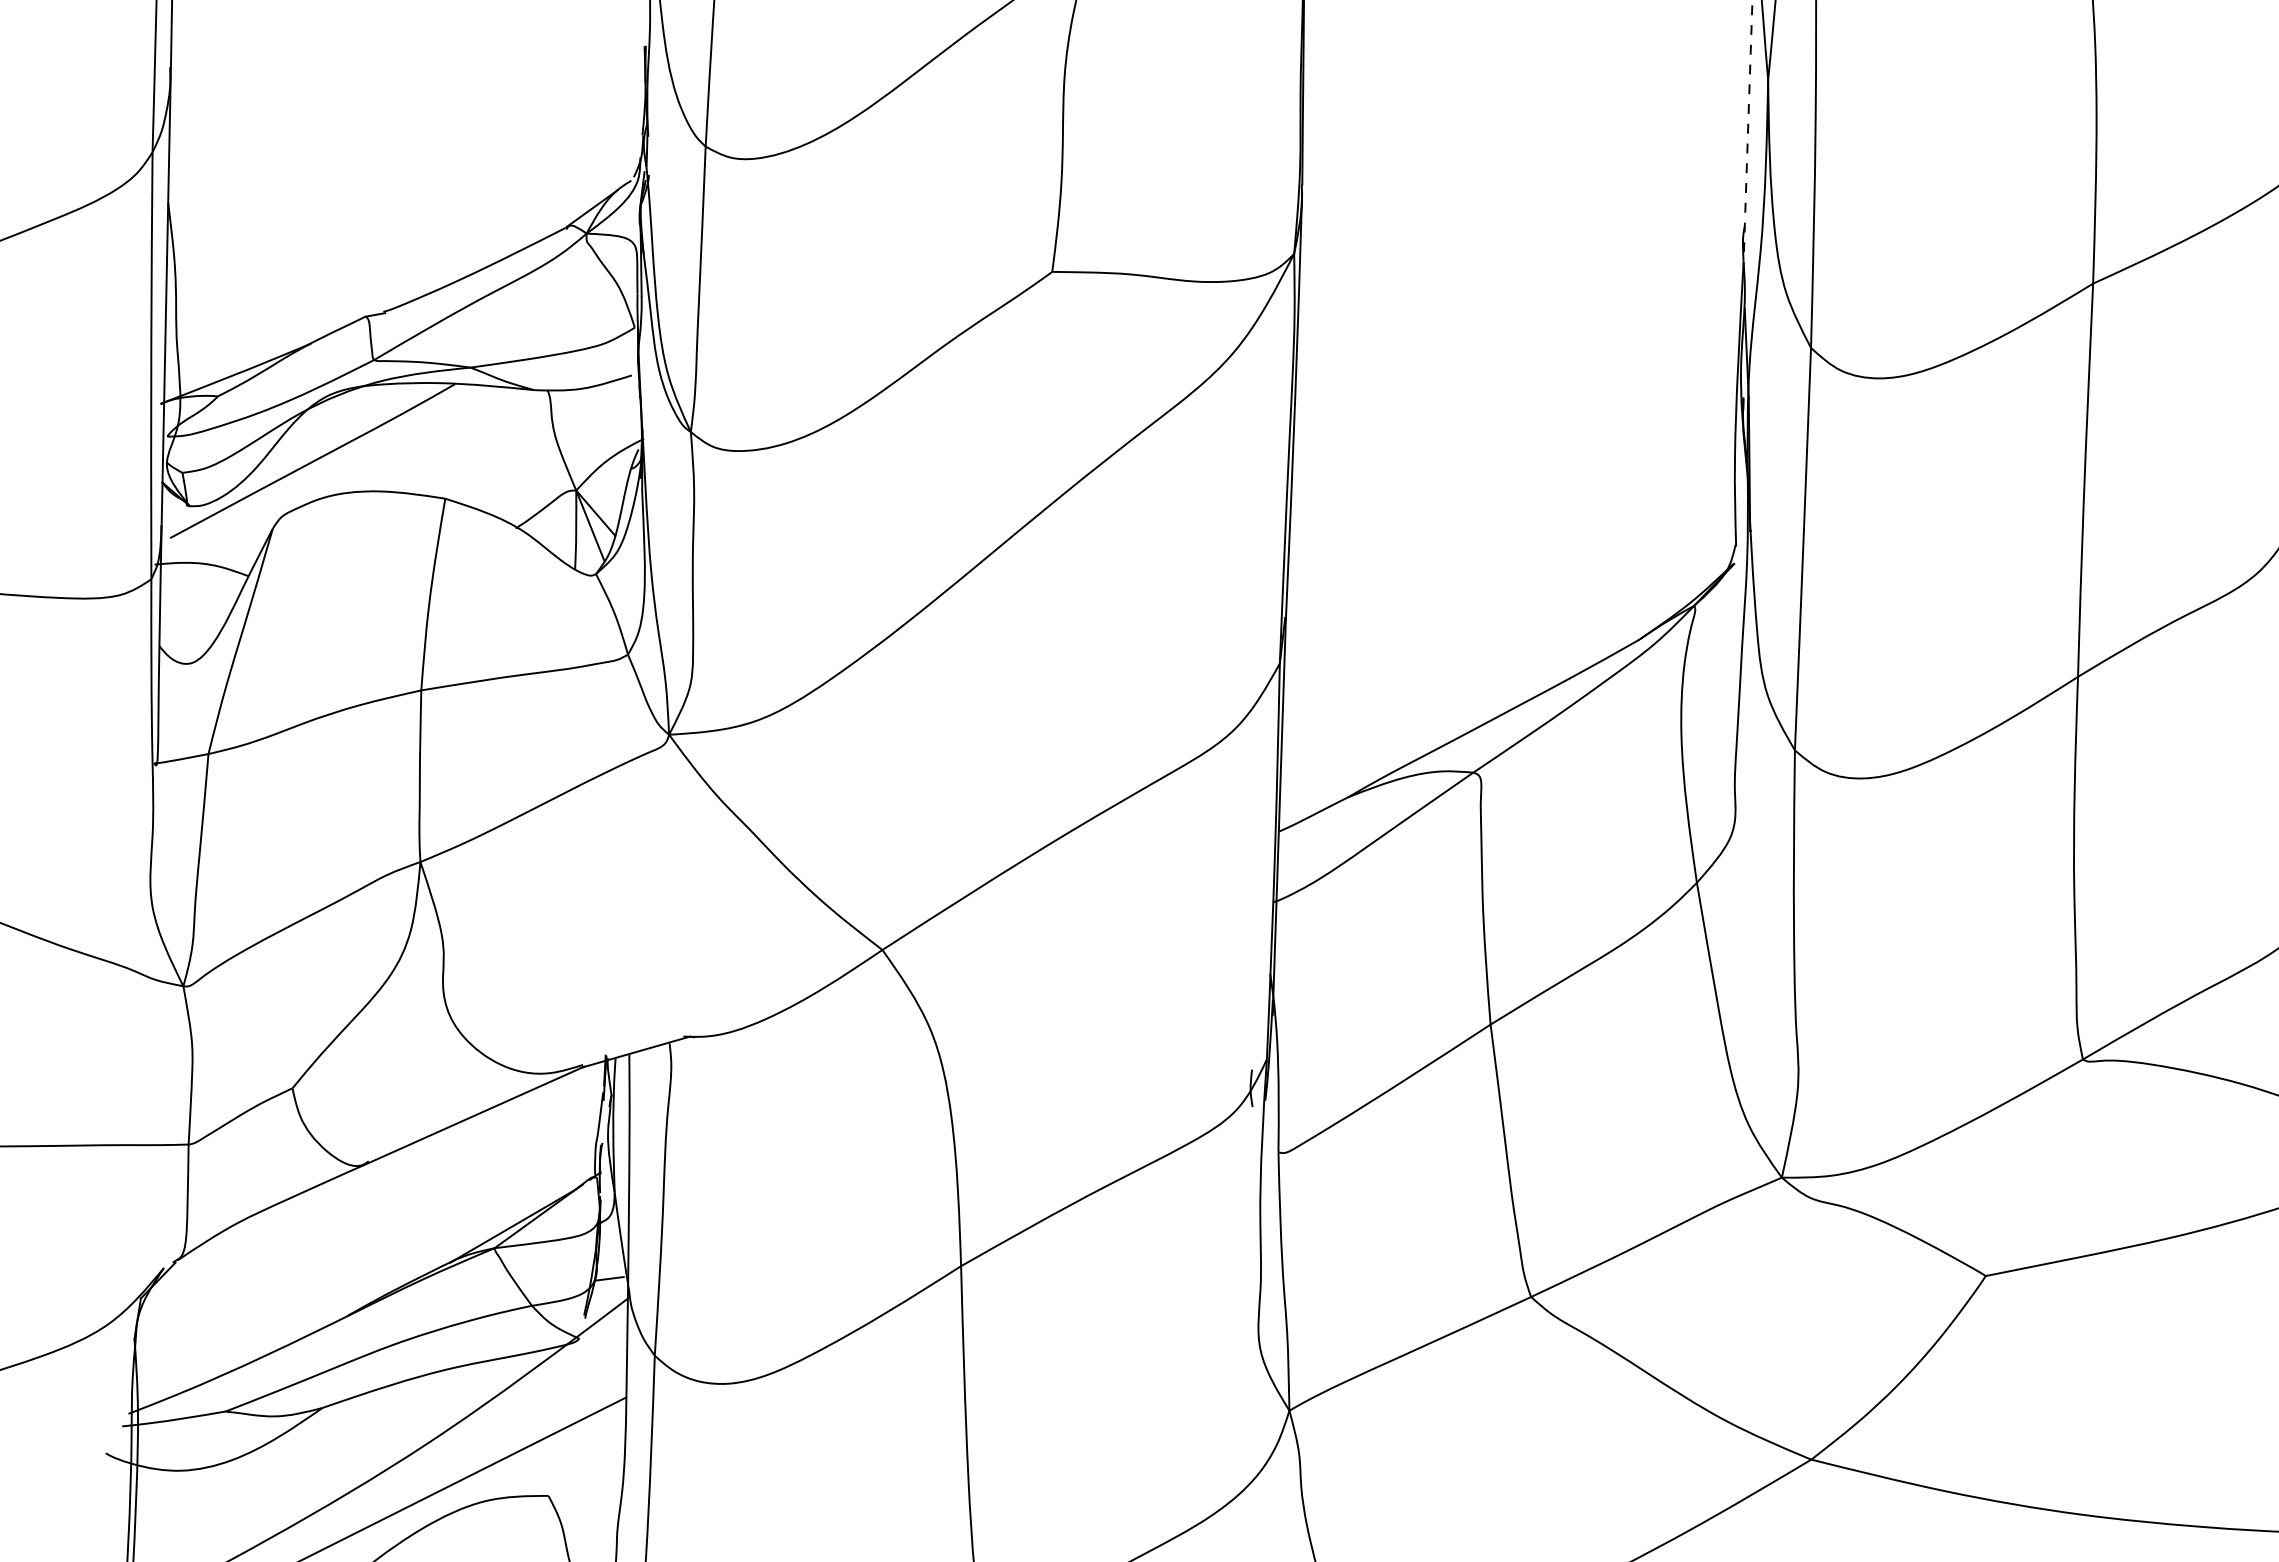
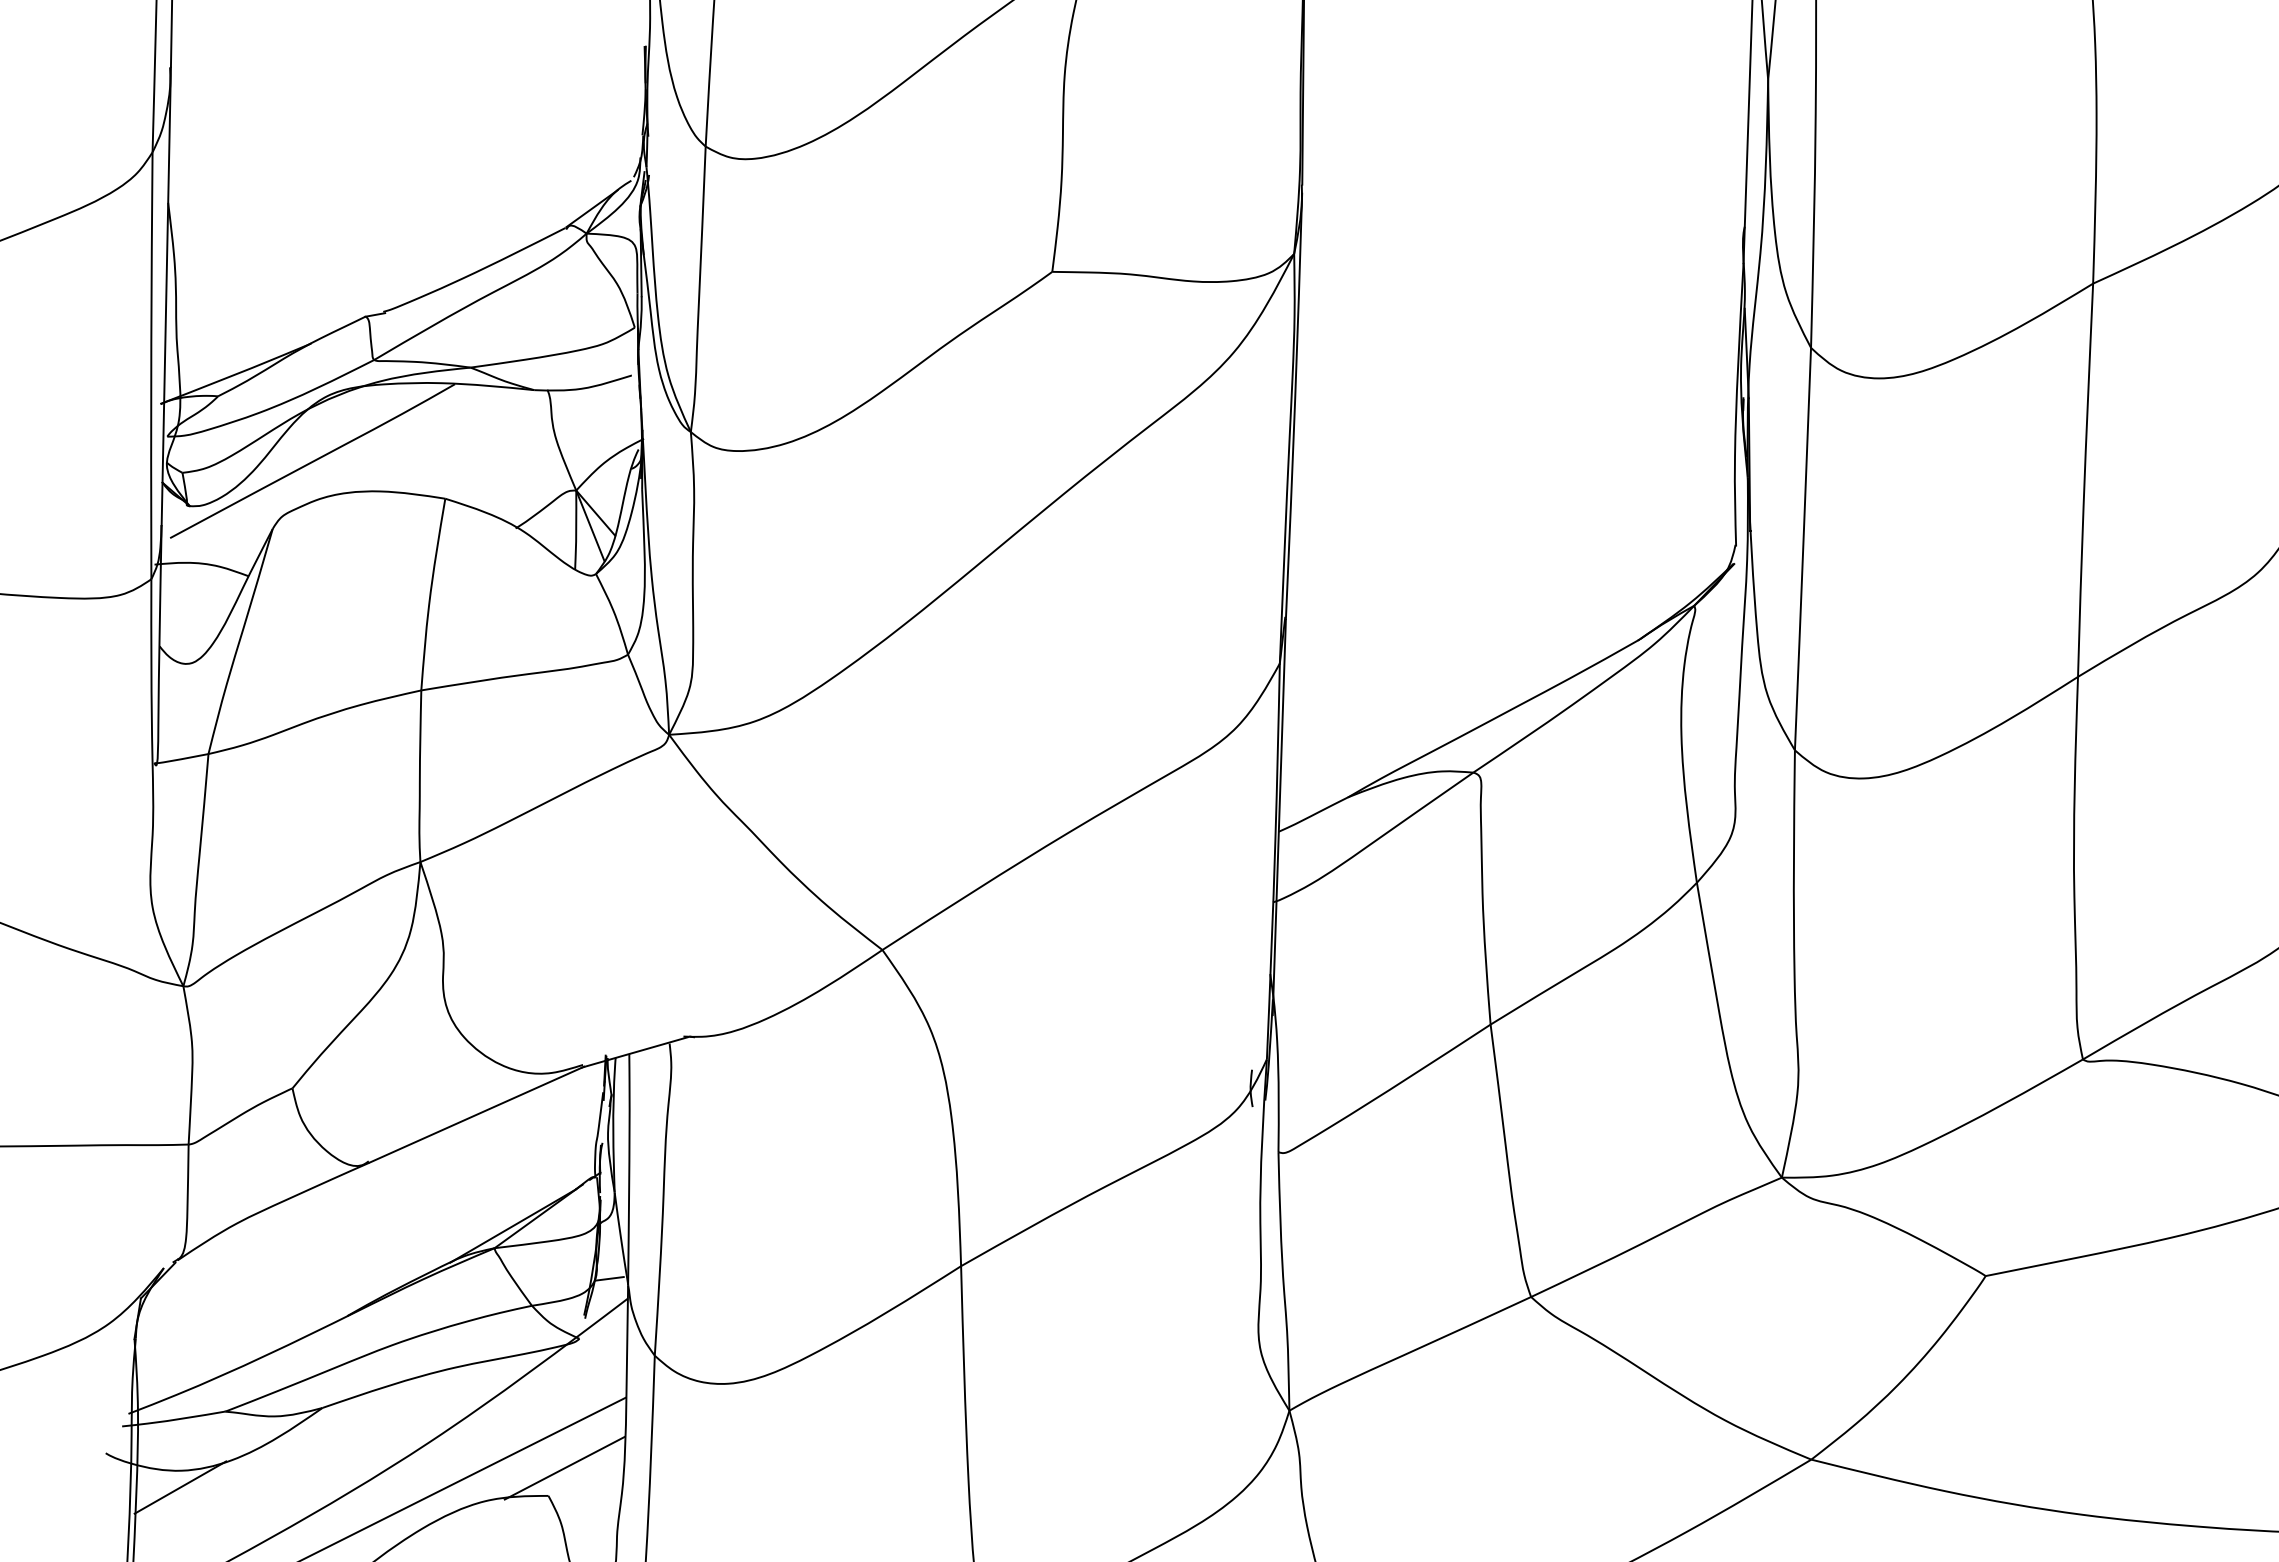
line at (1747, 132): dashed -> solid
line at (564, 1468): none -> present
line at (180, 1487): none -> present
